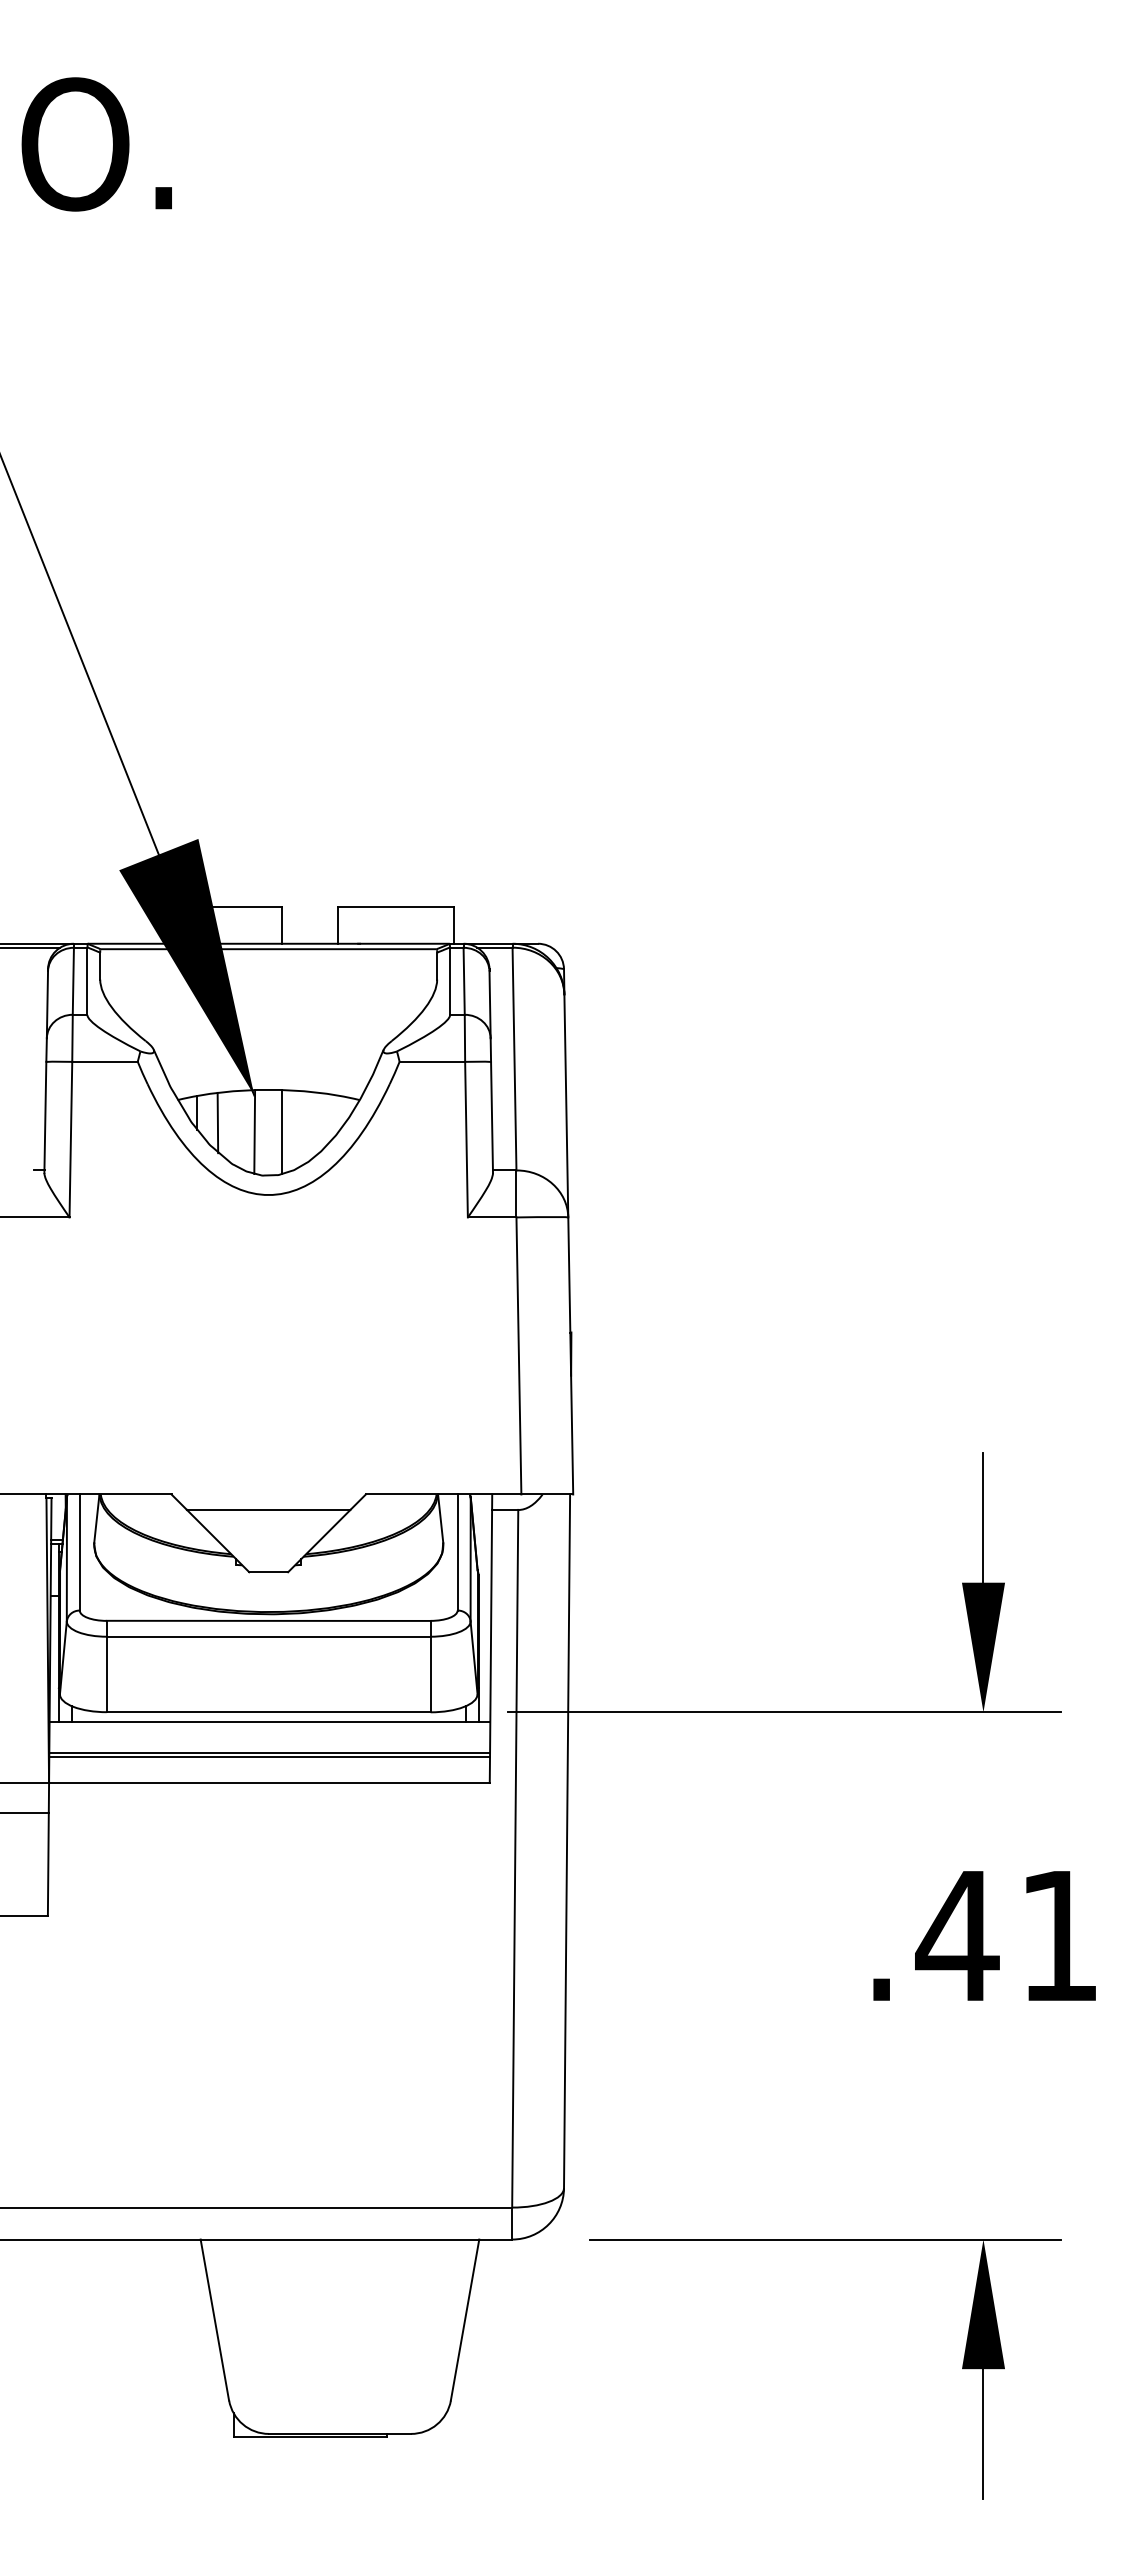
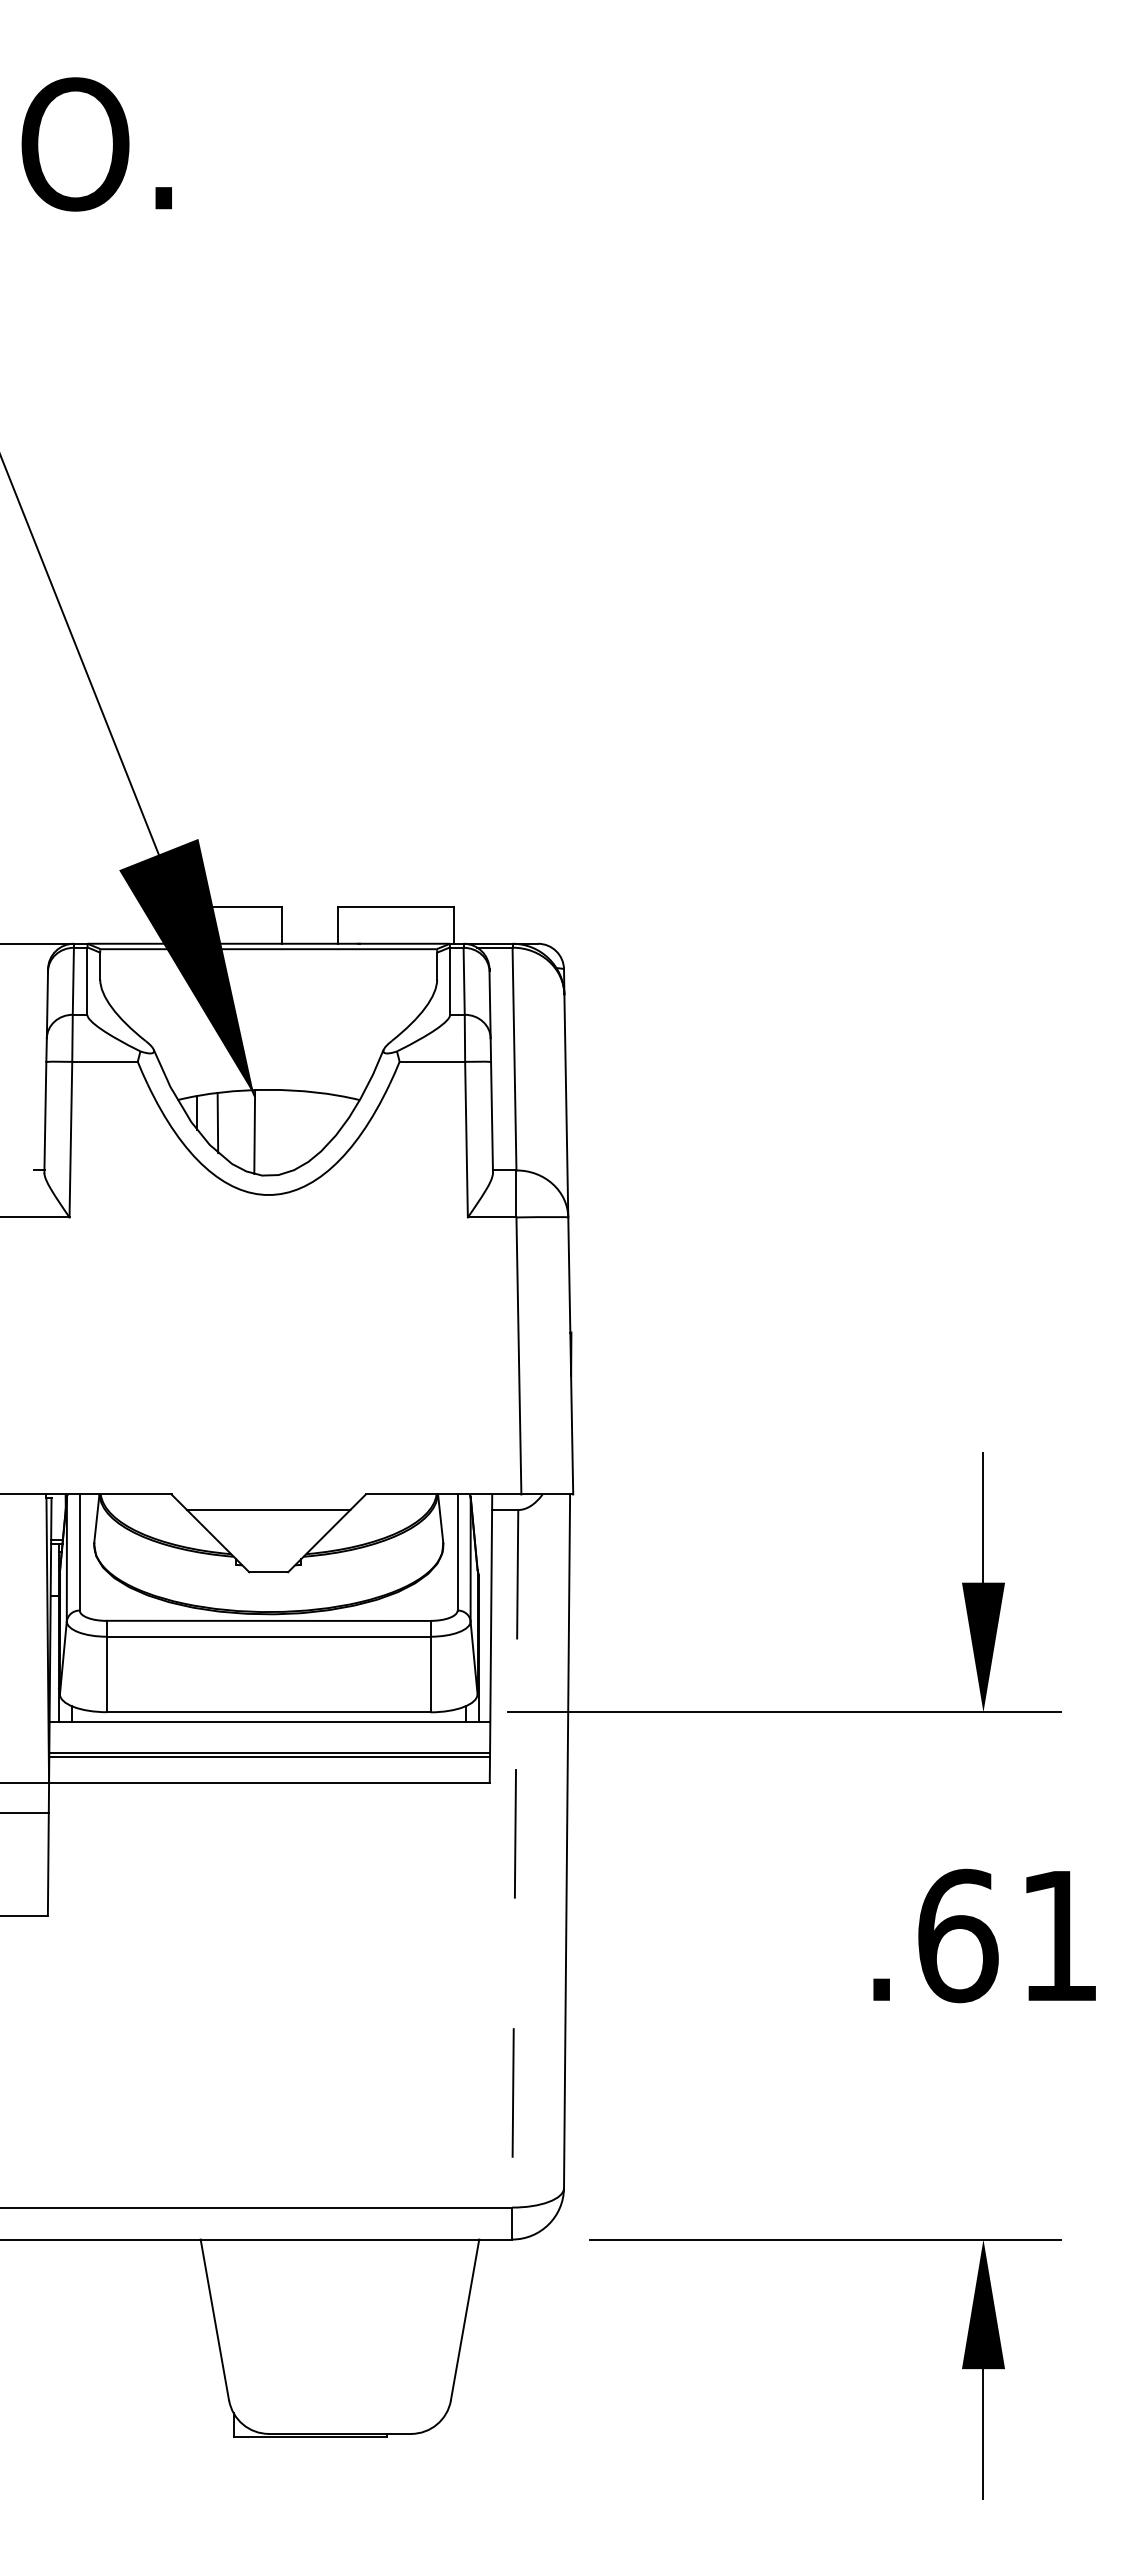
line at (31, 947): present -> none
line at (281, 1132): present -> none
line at (515, 1858): solid -> dashed
text at (957, 1935): .41 -> .61
